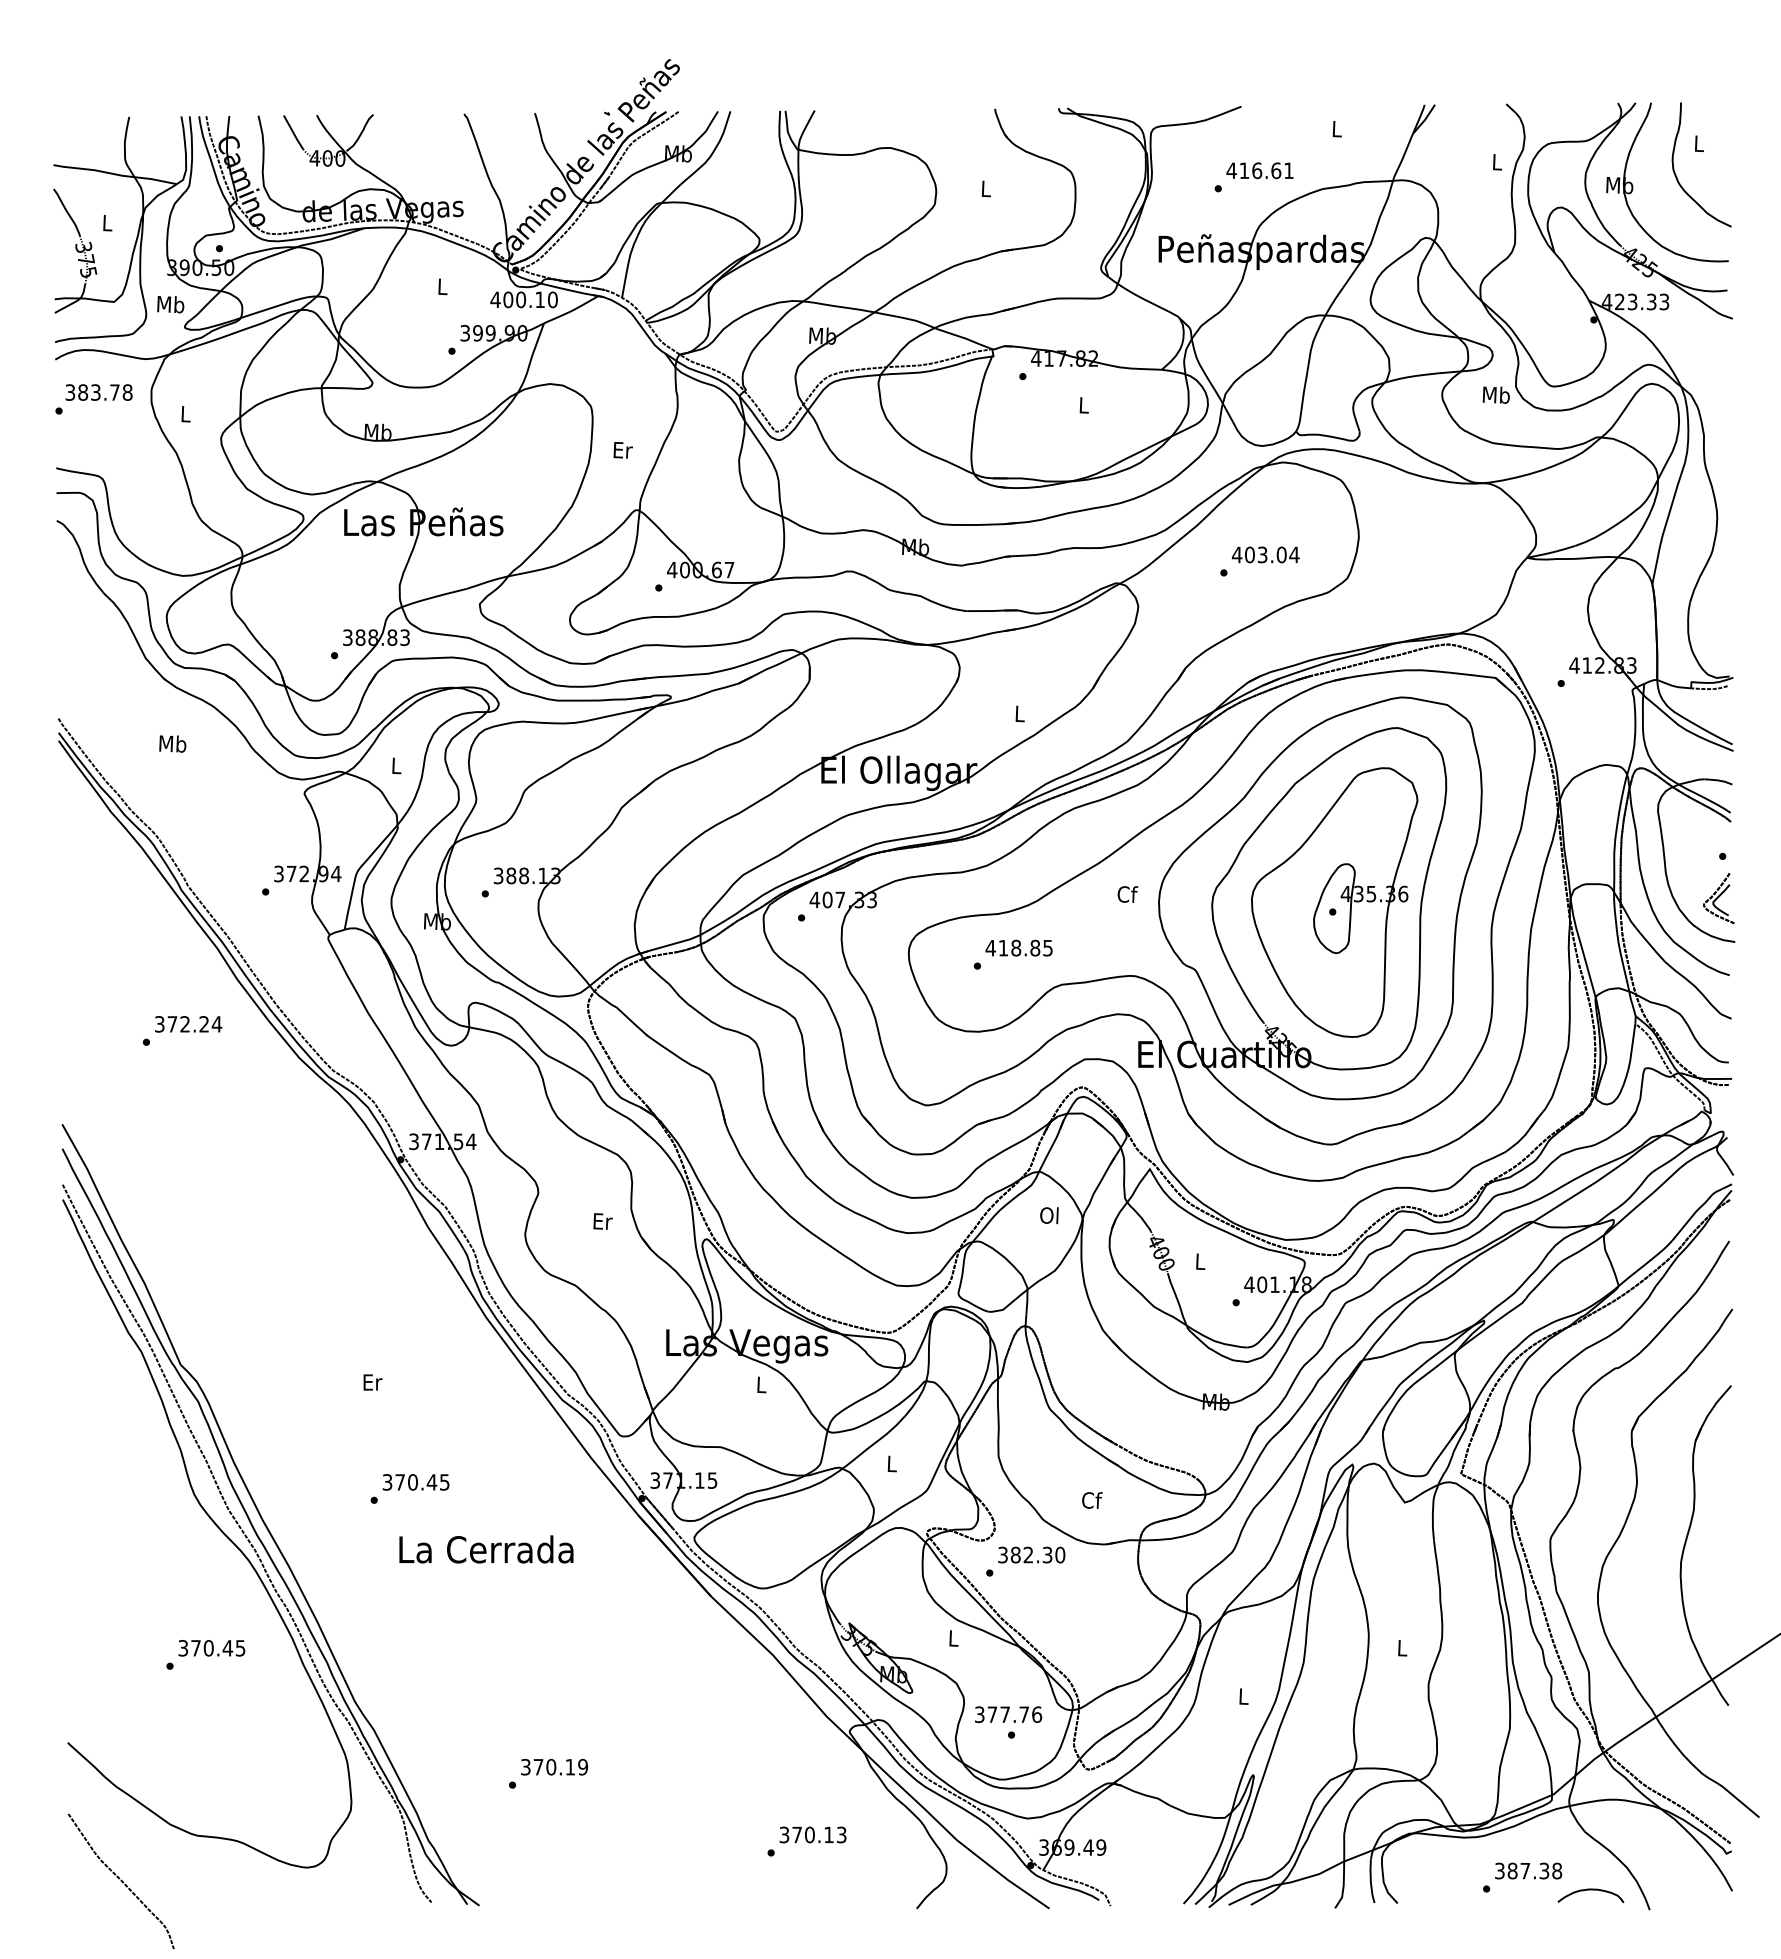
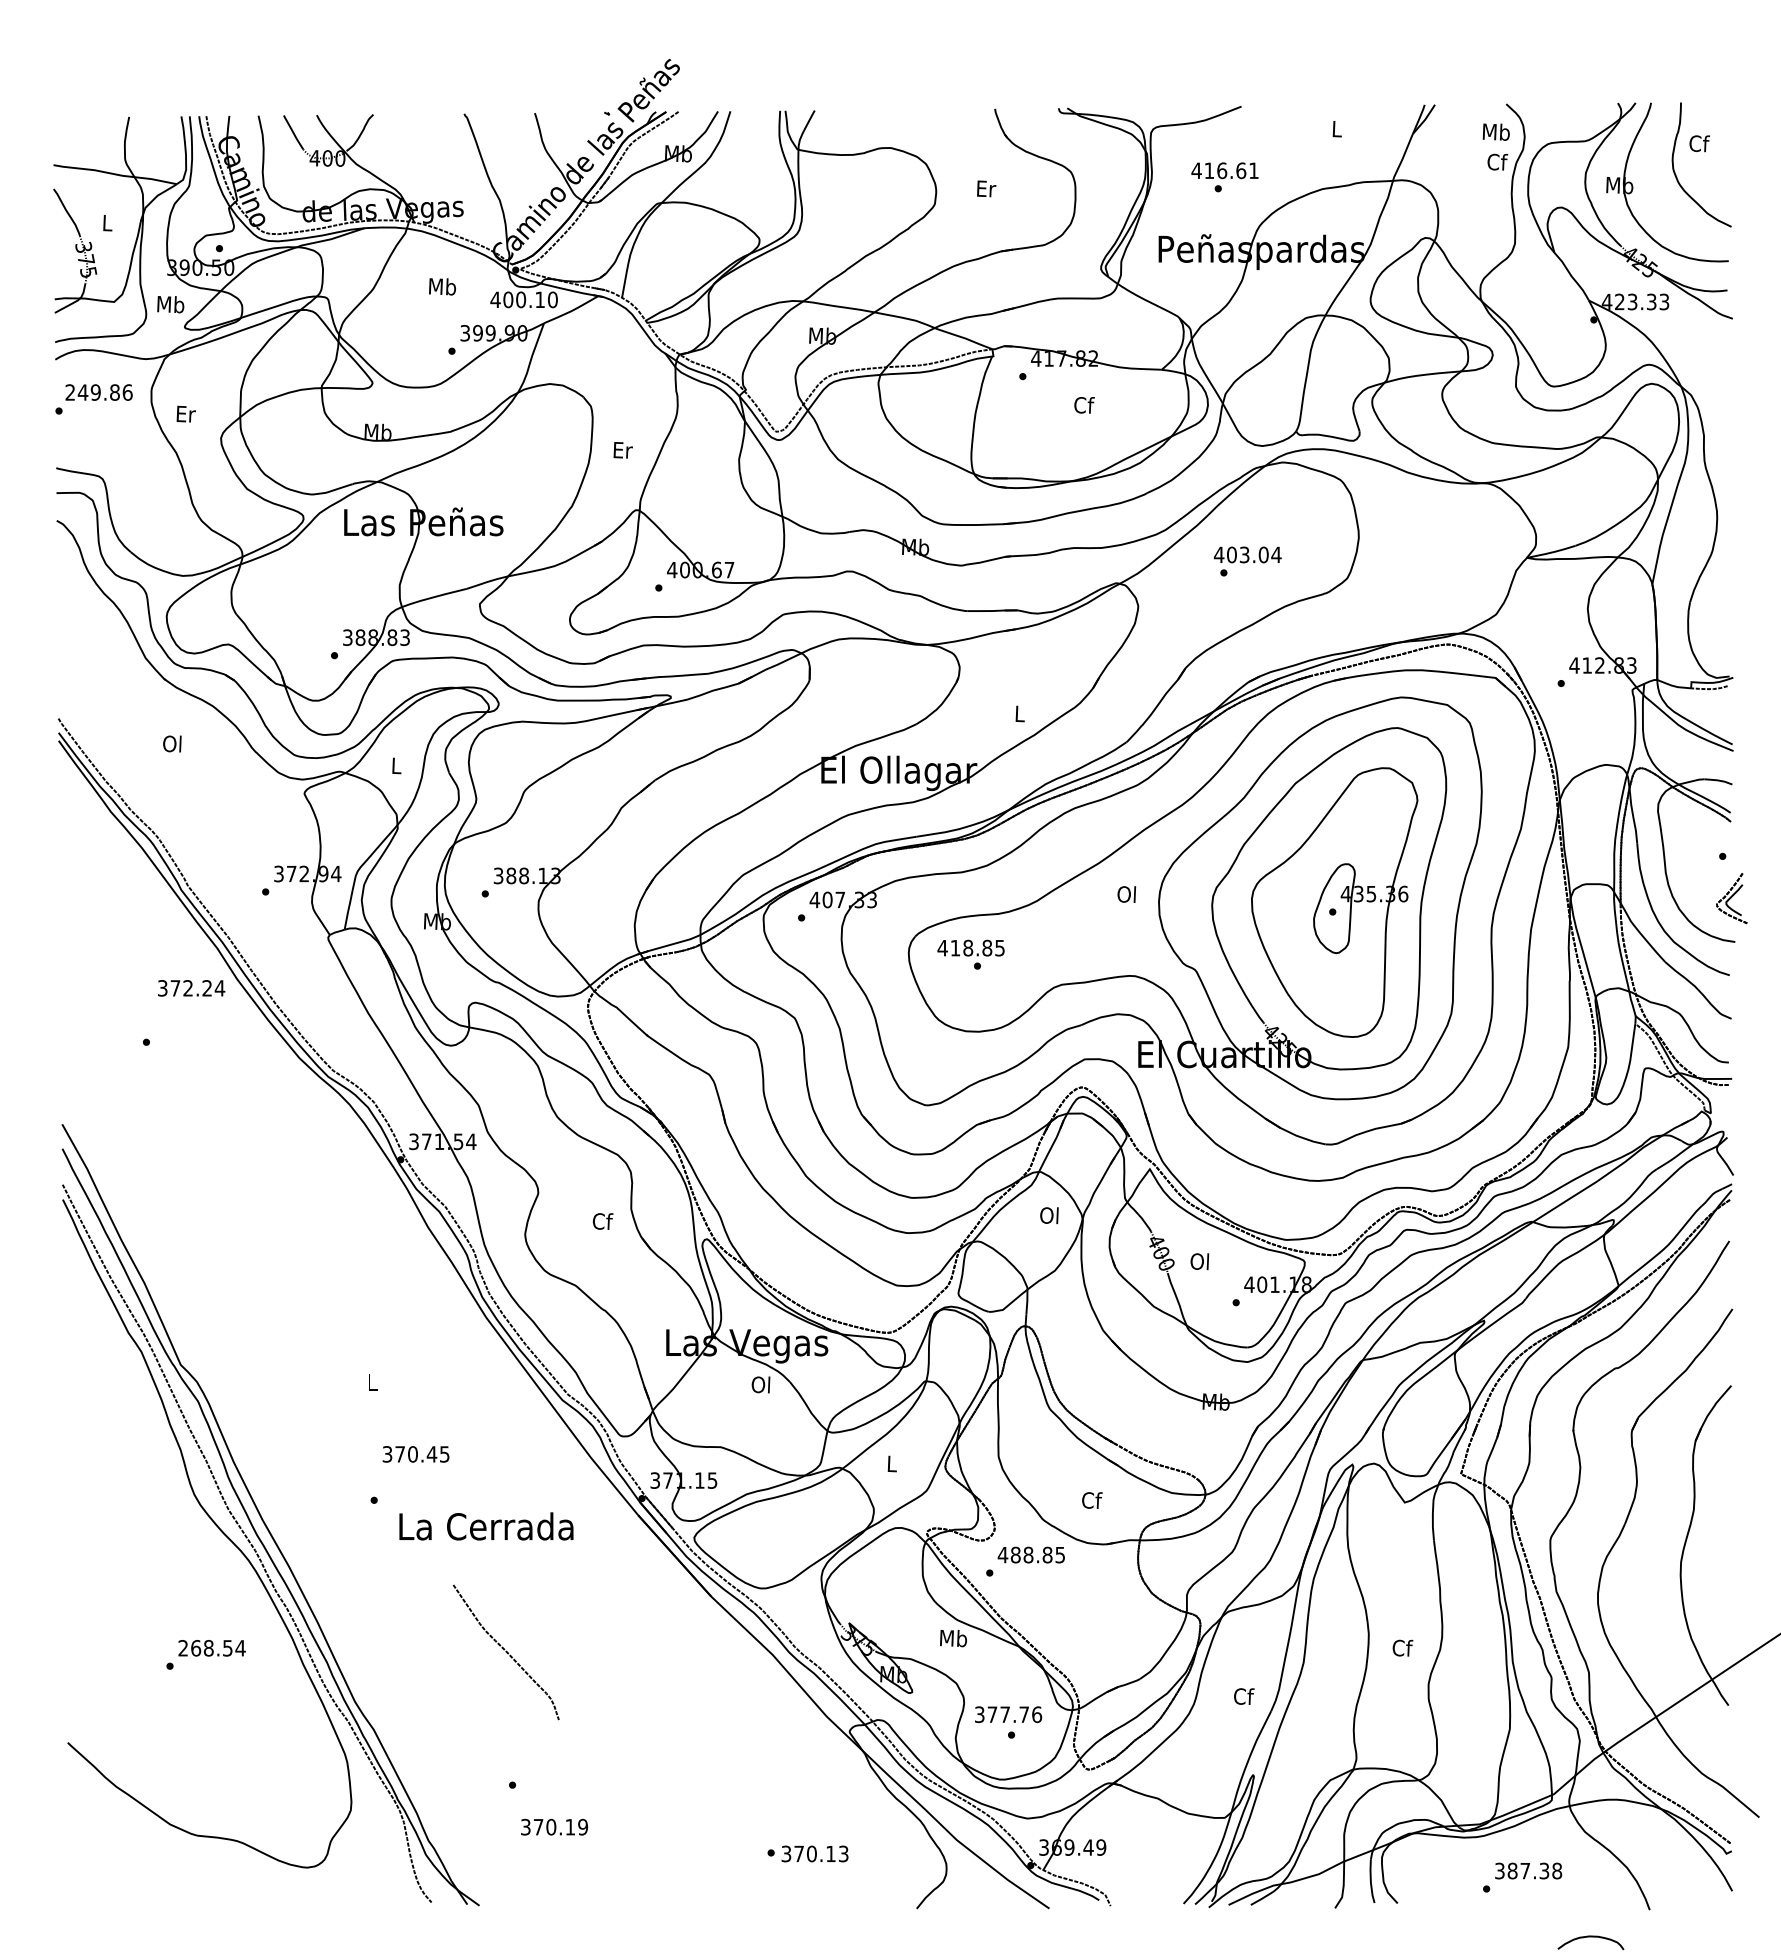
text at (1699, 143): L -> Cf
text at (1497, 161): L -> Cf
text at (1259, 170) position: (1259, 170) -> (1224, 170)
text at (986, 188): L -> Er
text at (442, 286): L -> Mb
text at (98, 392): 383.78 -> 249.86
text at (1495, 394) position: (1495, 394) -> (1495, 131)
text at (1084, 405): L -> Cf
text at (185, 413): L -> Er
text at (1265, 554) position: (1265, 554) -> (1247, 554)
text at (172, 743): Mb -> Ol
text at (1127, 894): Cf -> Ol
part at (1718, 898) position: (1718, 898) -> (1731, 898)
text at (1018, 947) position: (1018, 947) -> (970, 947)
text at (188, 1024) position: (188, 1024) -> (191, 988)
text at (602, 1221): Er -> Cf
text at (1199, 1261): L -> Ol
text at (372, 1382): Er -> L
text at (760, 1384): L -> Ol
text at (415, 1482) position: (415, 1482) -> (415, 1454)
text at (486, 1549) position: (486, 1549) -> (486, 1526)
text at (1031, 1554): 382.30 -> 488.85
text at (953, 1638): L -> Mb
text at (1402, 1647): L -> Cf
text at (211, 1648): 370.45 -> 268.54
text at (1244, 1696): L -> Cf
text at (554, 1766) position: (554, 1766) -> (554, 1826)
text at (812, 1834) position: (812, 1834) -> (814, 1853)
curve at (121, 1881) position: (121, 1881) -> (506, 1652)
curve at (1590, 1890) position: (1590, 1890) -> (1590, 1937)
